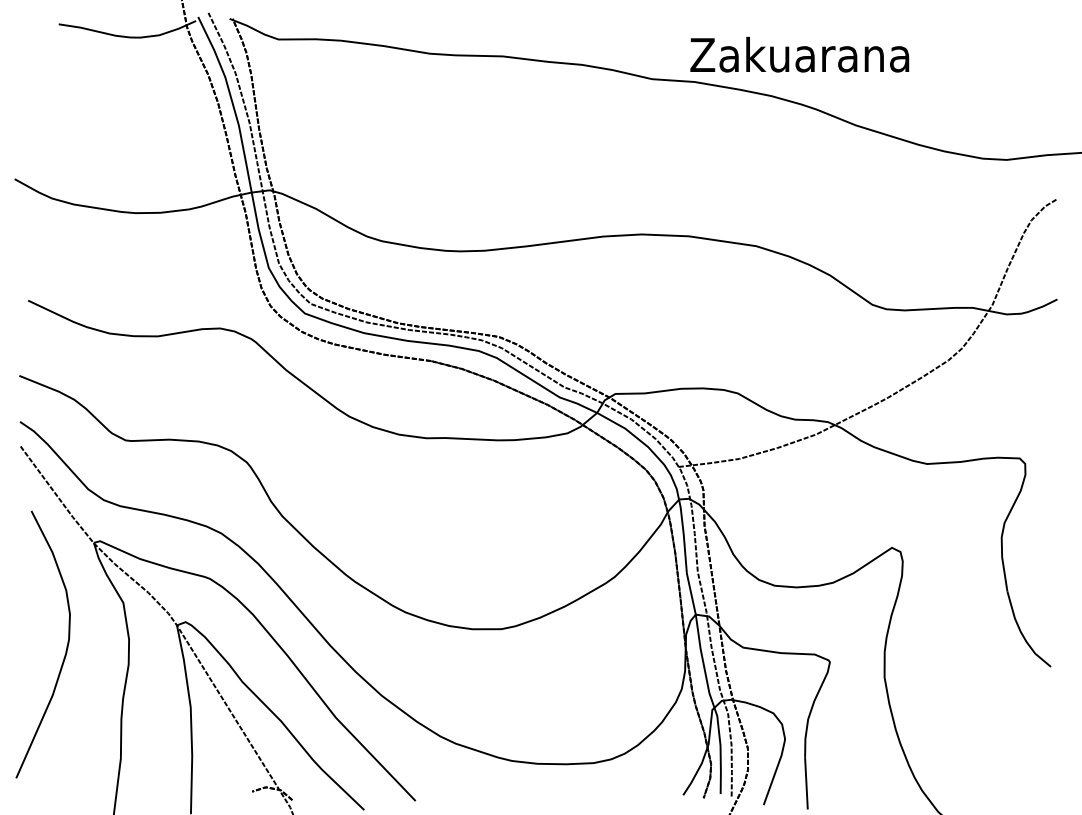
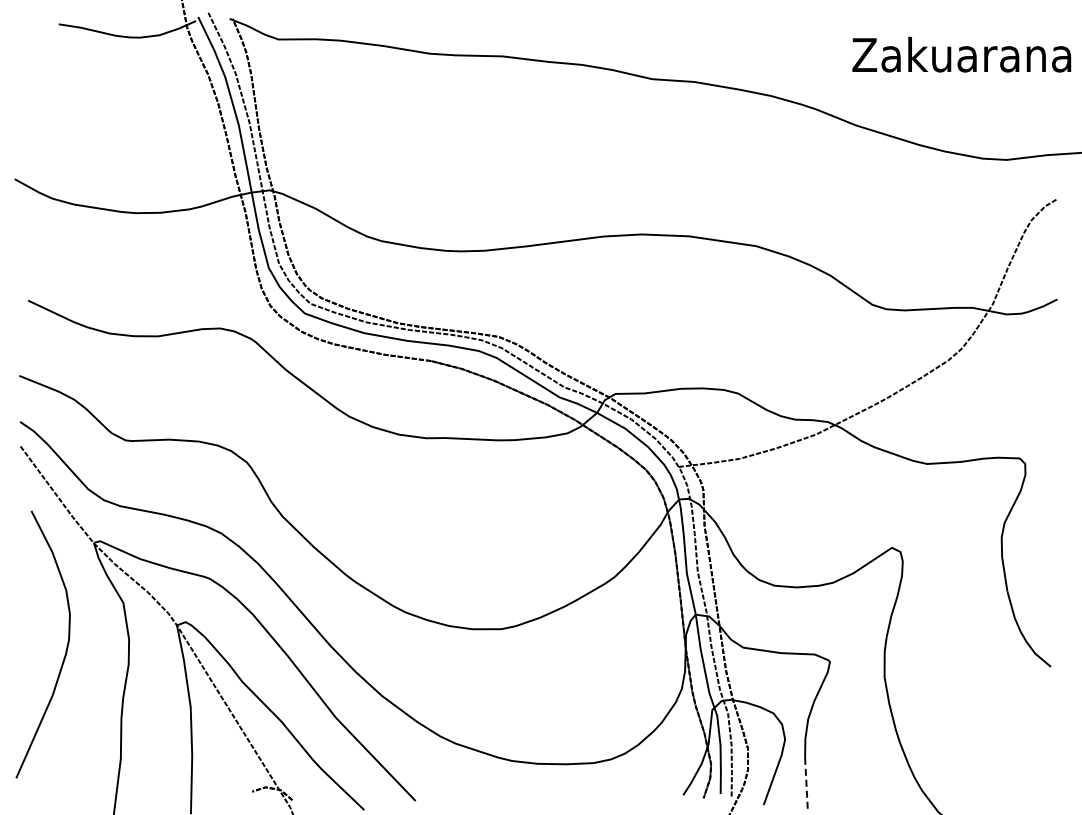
text at (799, 54) position: (799, 54) -> (961, 54)
line at (806, 783): solid -> dashed
